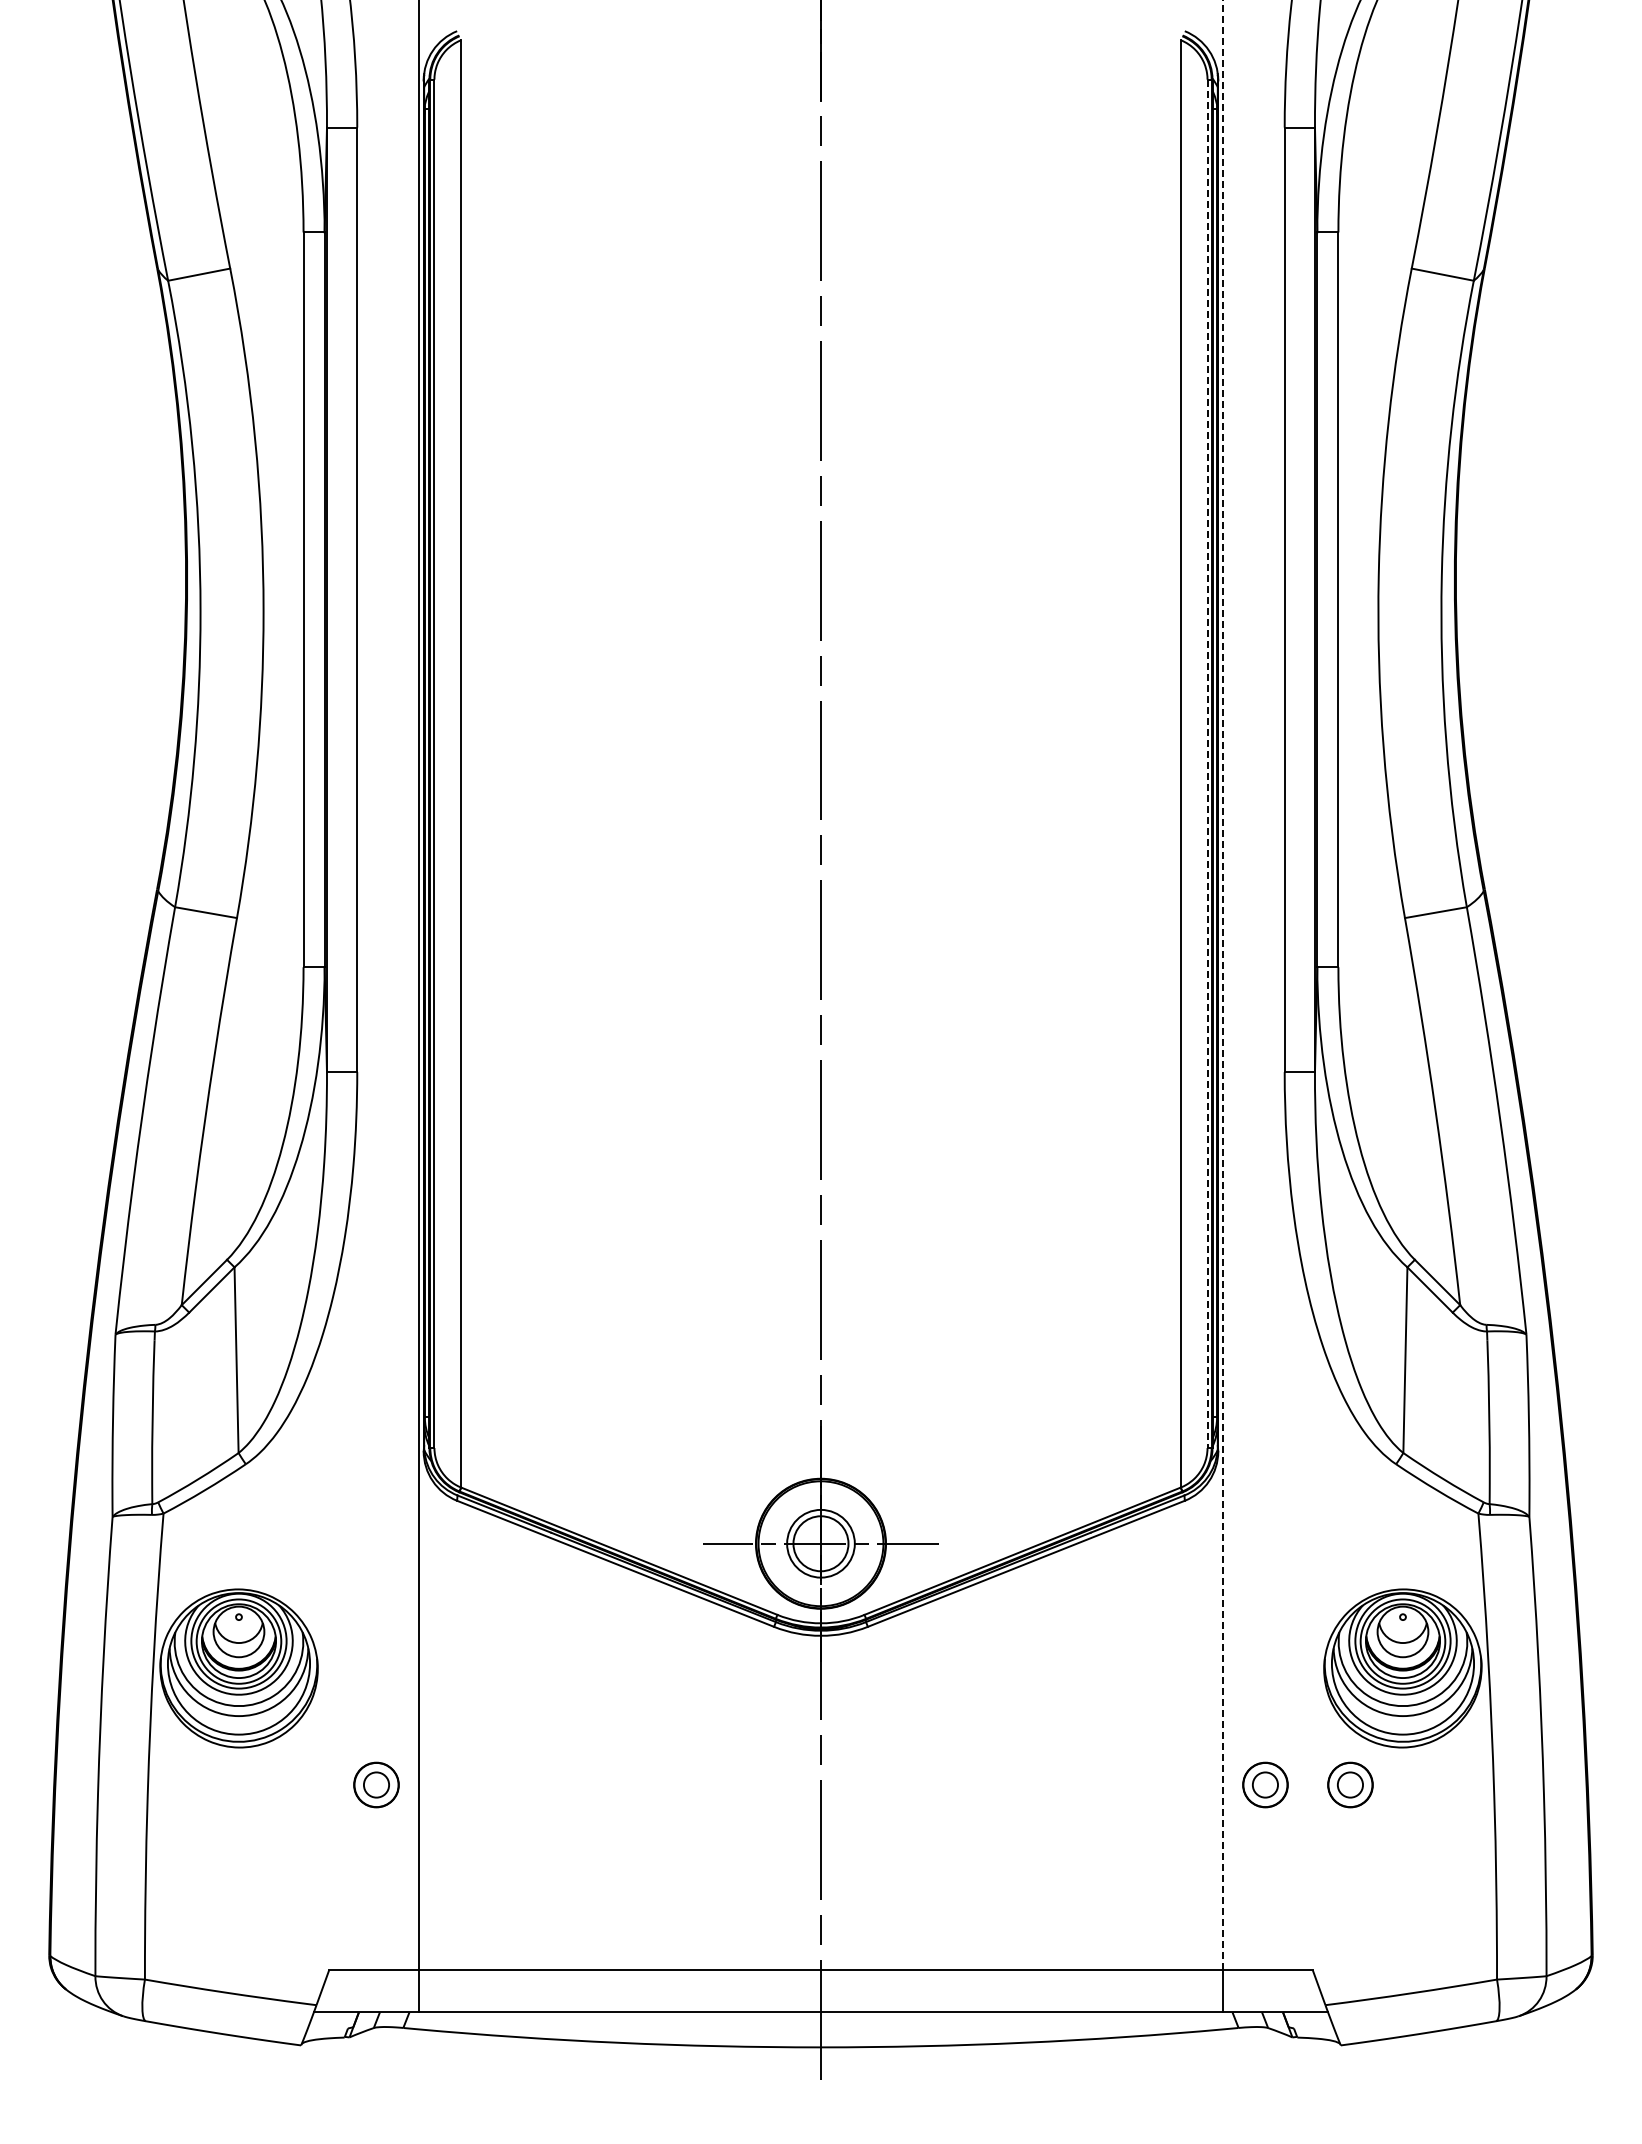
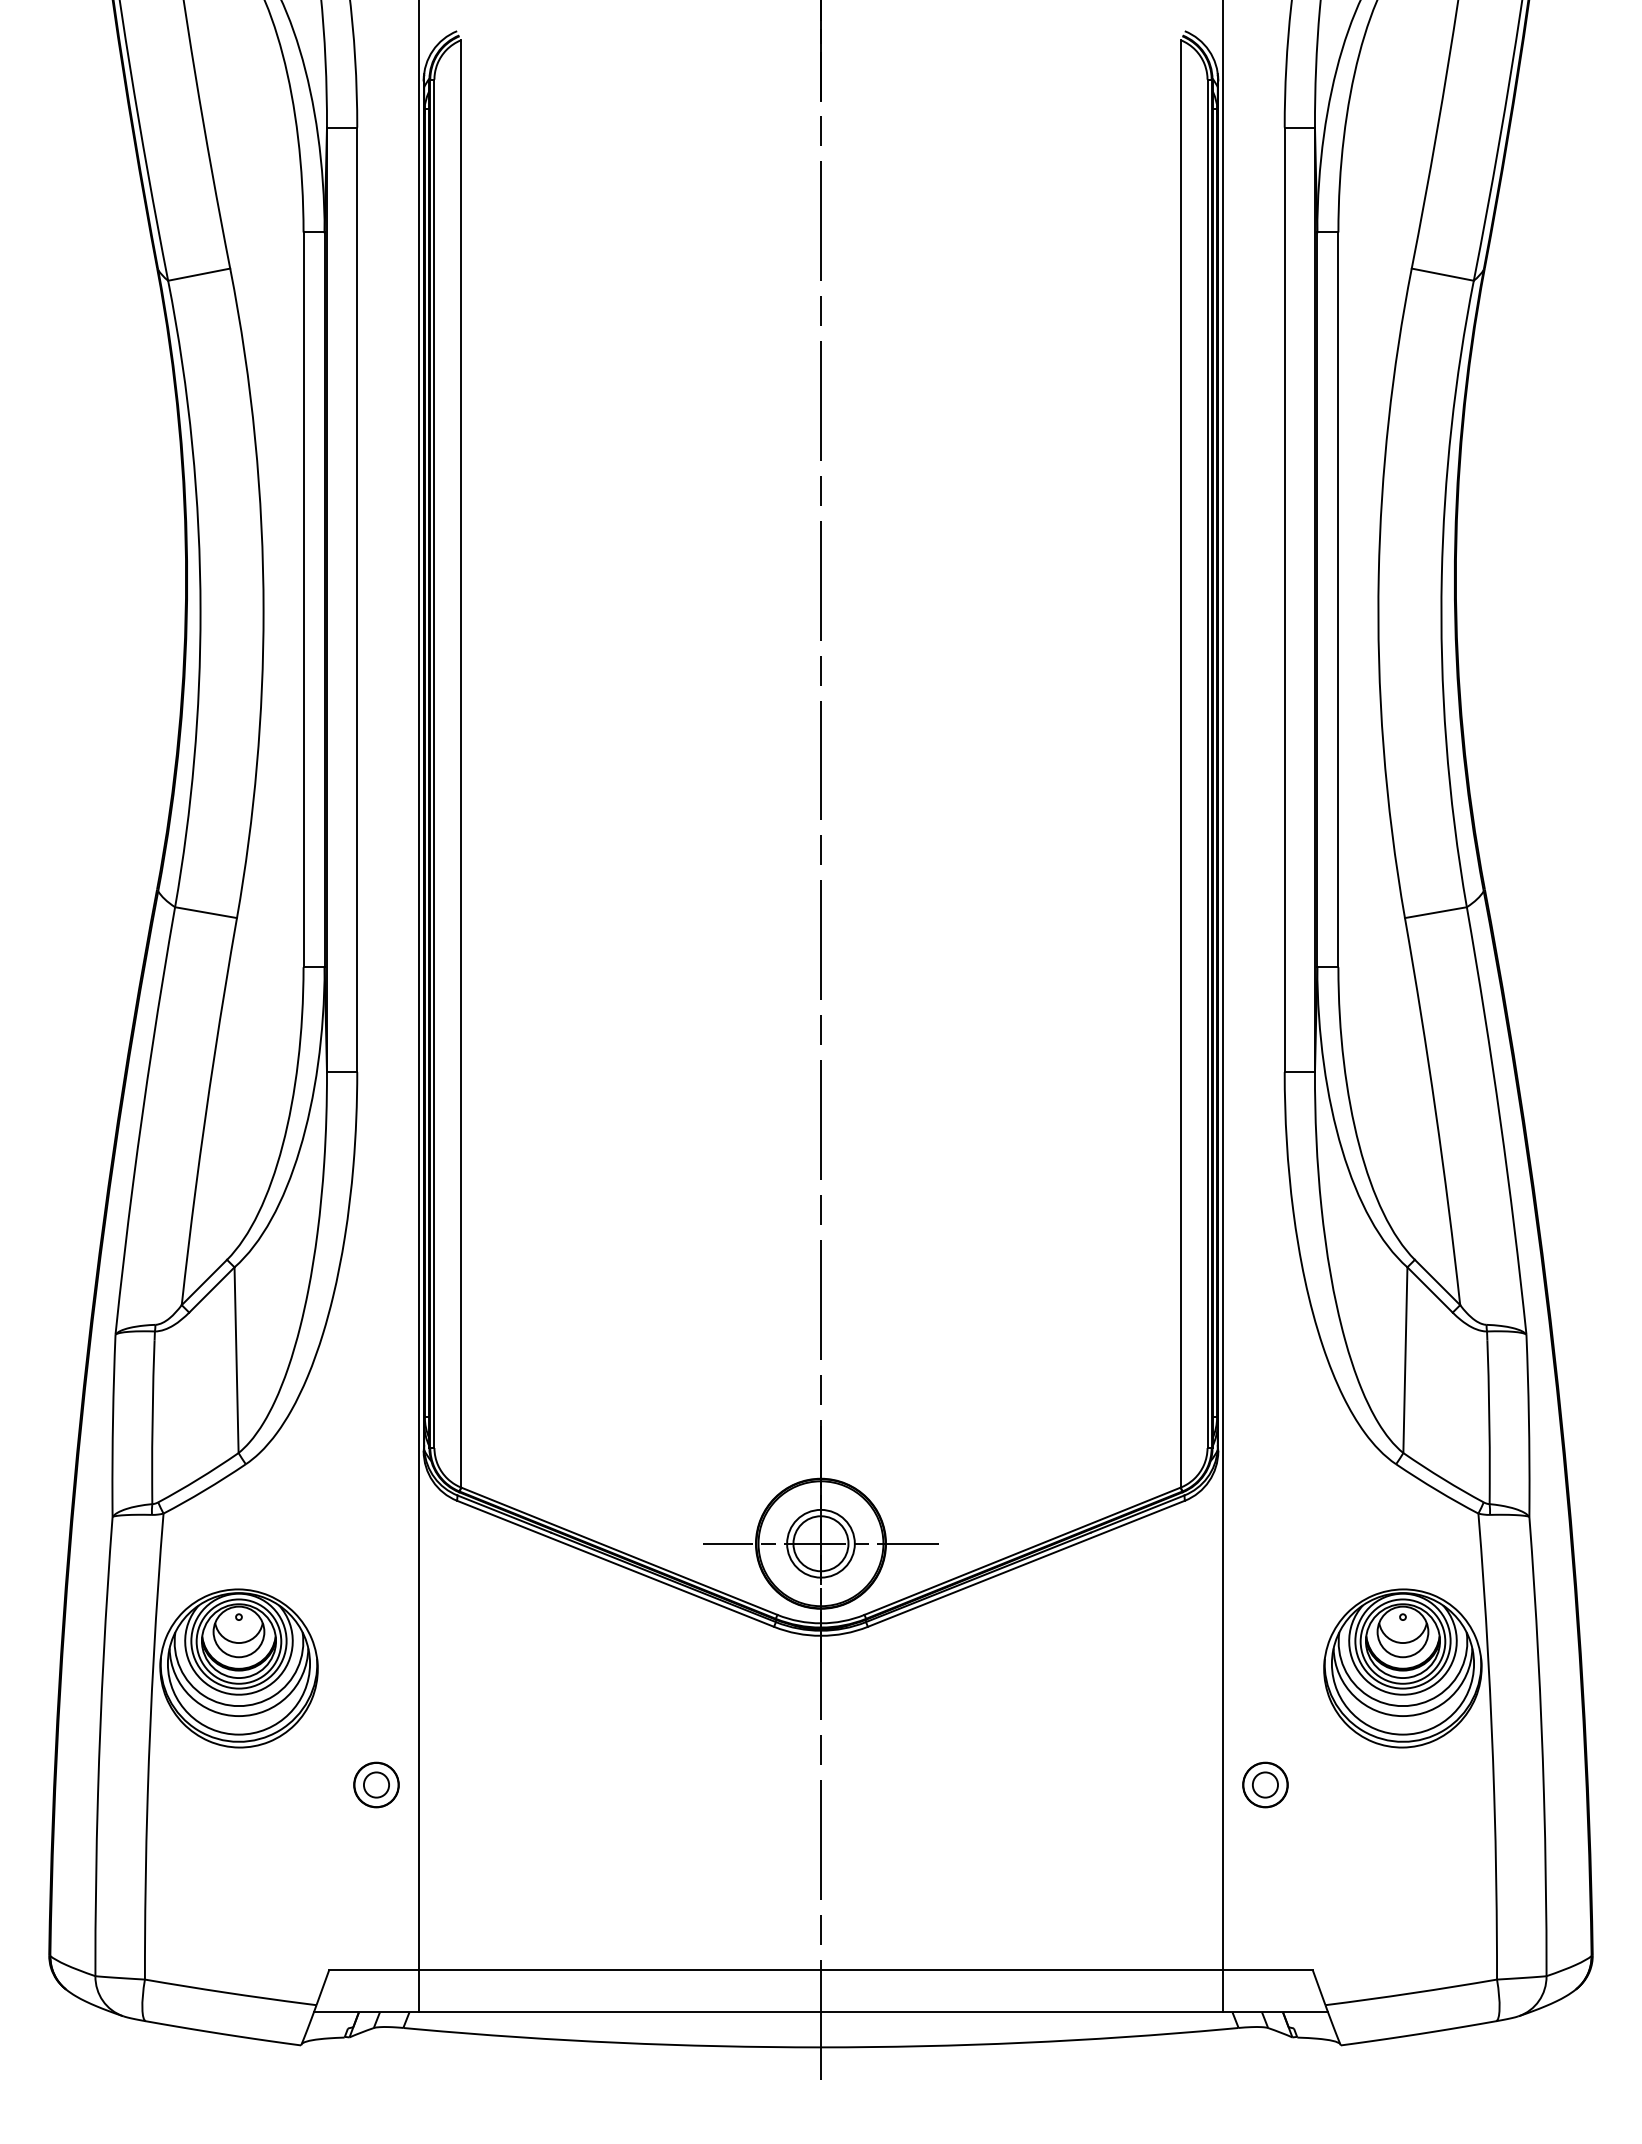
line at (1207, 764): dashed -> solid
line at (1223, 985): dashed -> solid
part at (1350, 1784): present -> none
